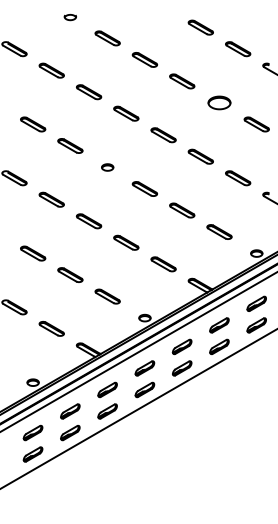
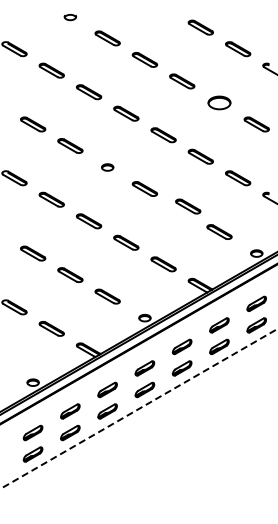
part at (182, 210) position: (182, 210) -> (188, 206)
line at (138, 351): present -> none
line at (138, 408): solid -> dashed
